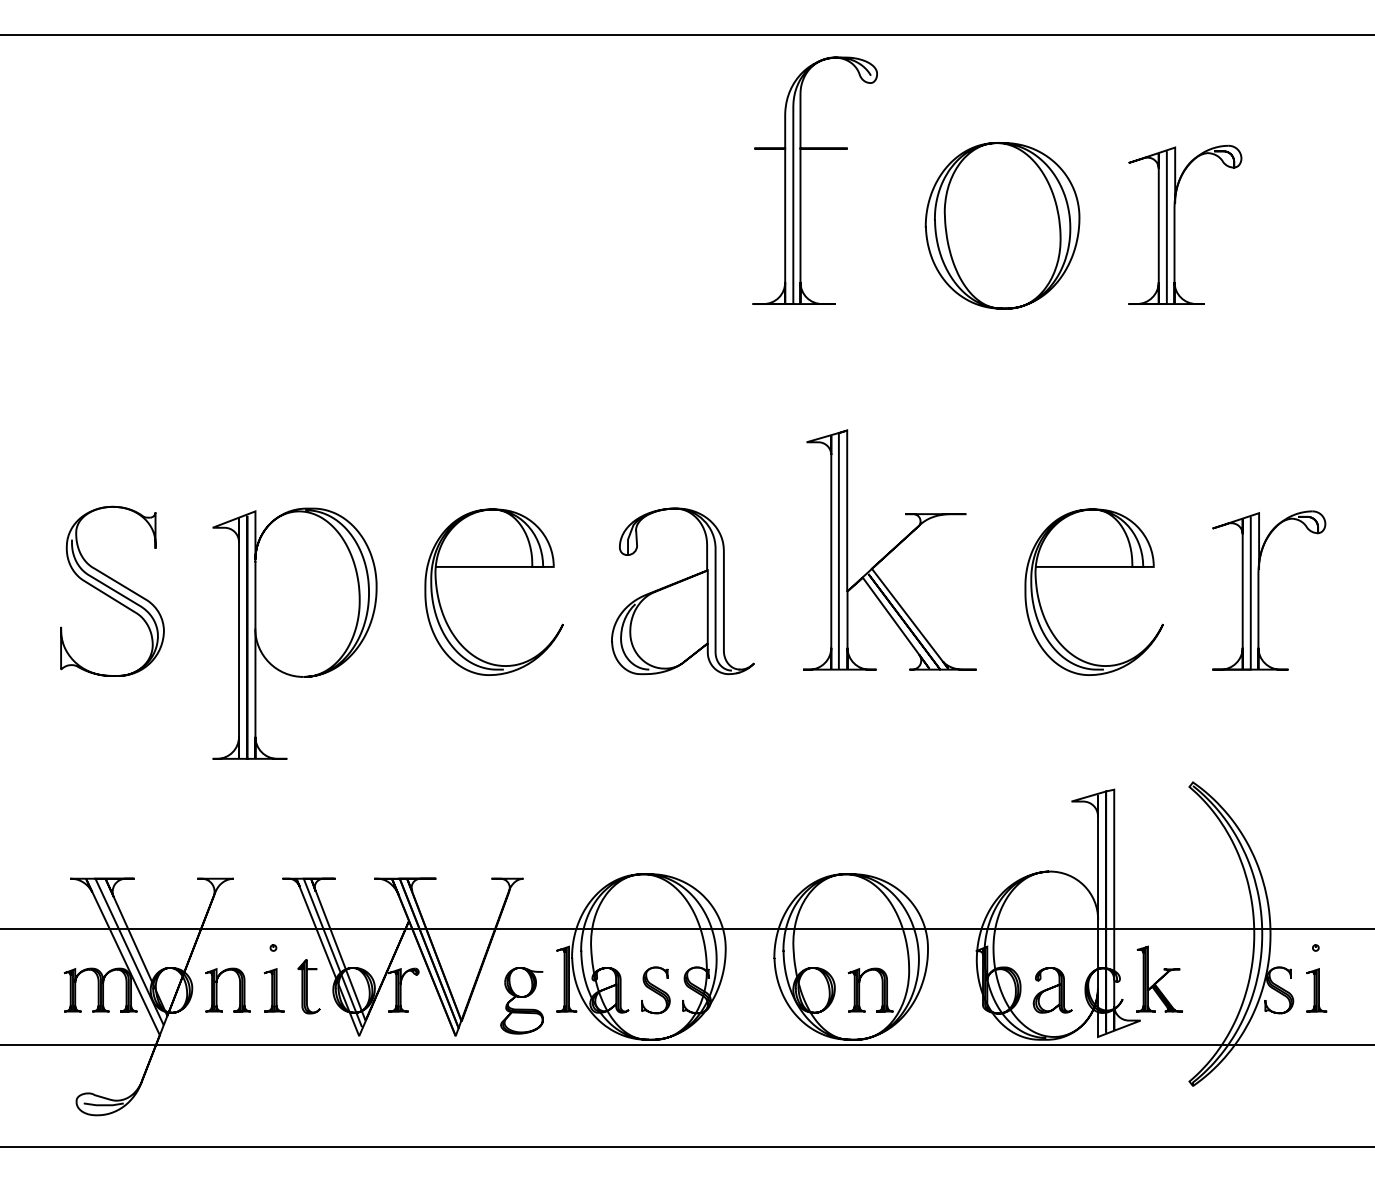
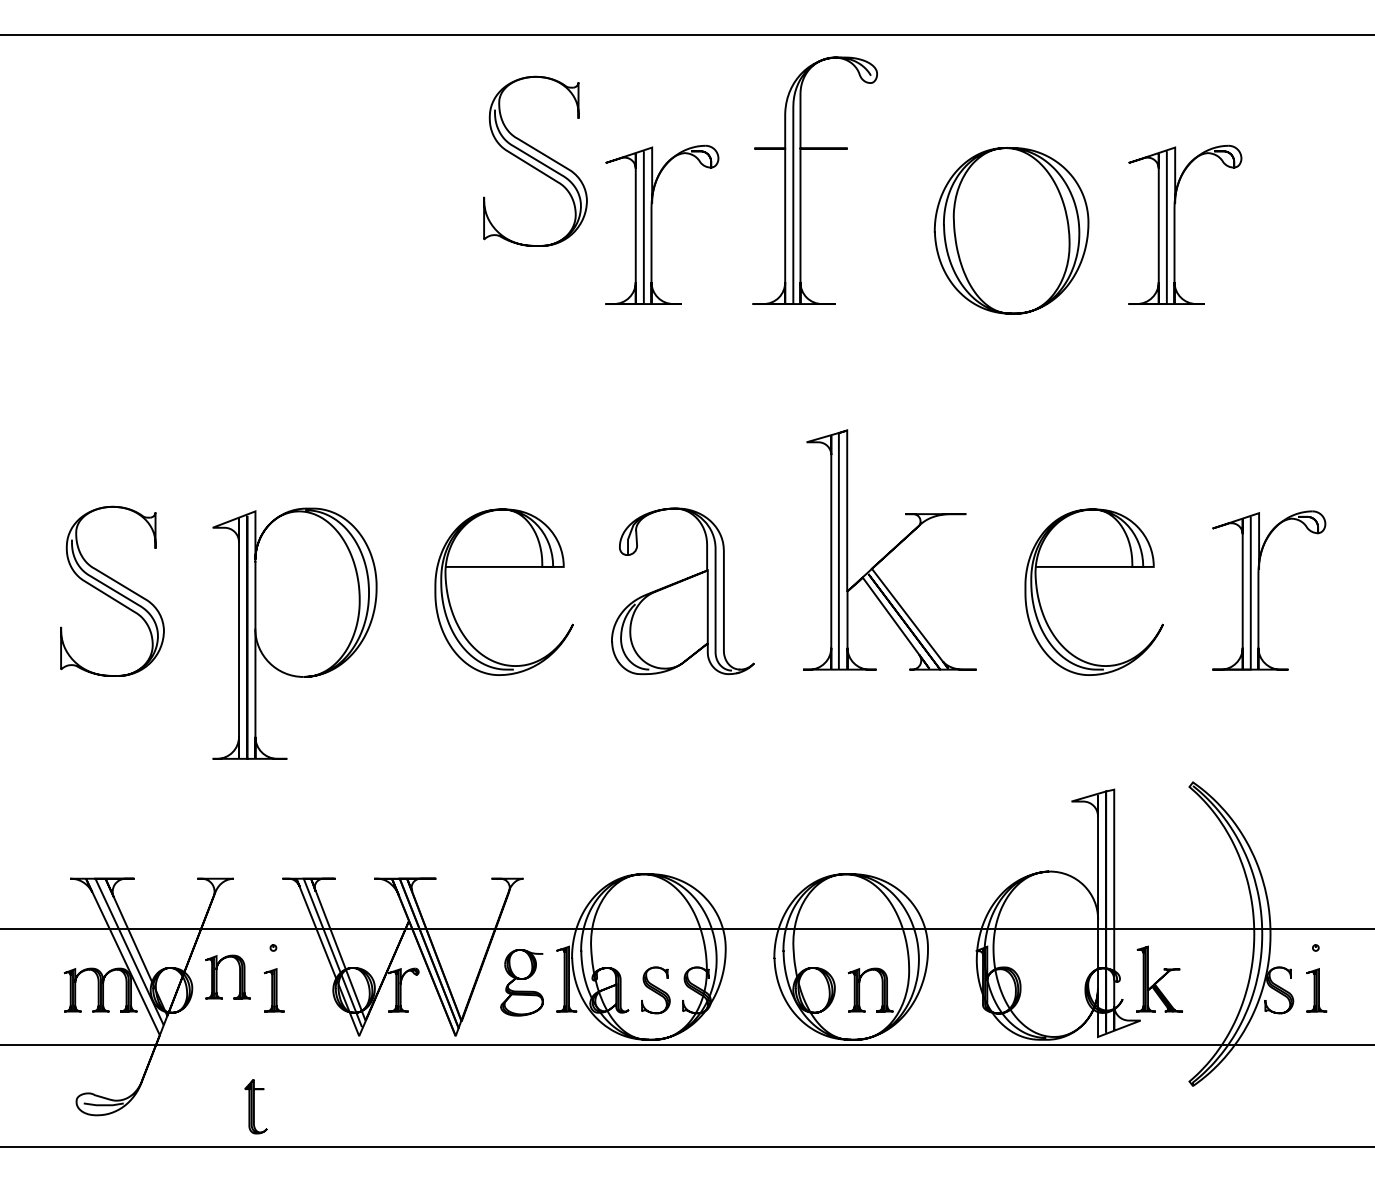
part at (535, 160): none -> present
part at (652, 224): none -> present
curve at (947, 231) position: (947, 231) -> (956, 236)
curve at (493, 567) position: (493, 567) -> (503, 567)
curve at (307, 986) position: (307, 986) -> (254, 1106)
part at (217, 989) position: (217, 989) -> (217, 976)
part at (1052, 990): present -> none
part at (521, 1000) position: (521, 1000) -> (521, 982)
